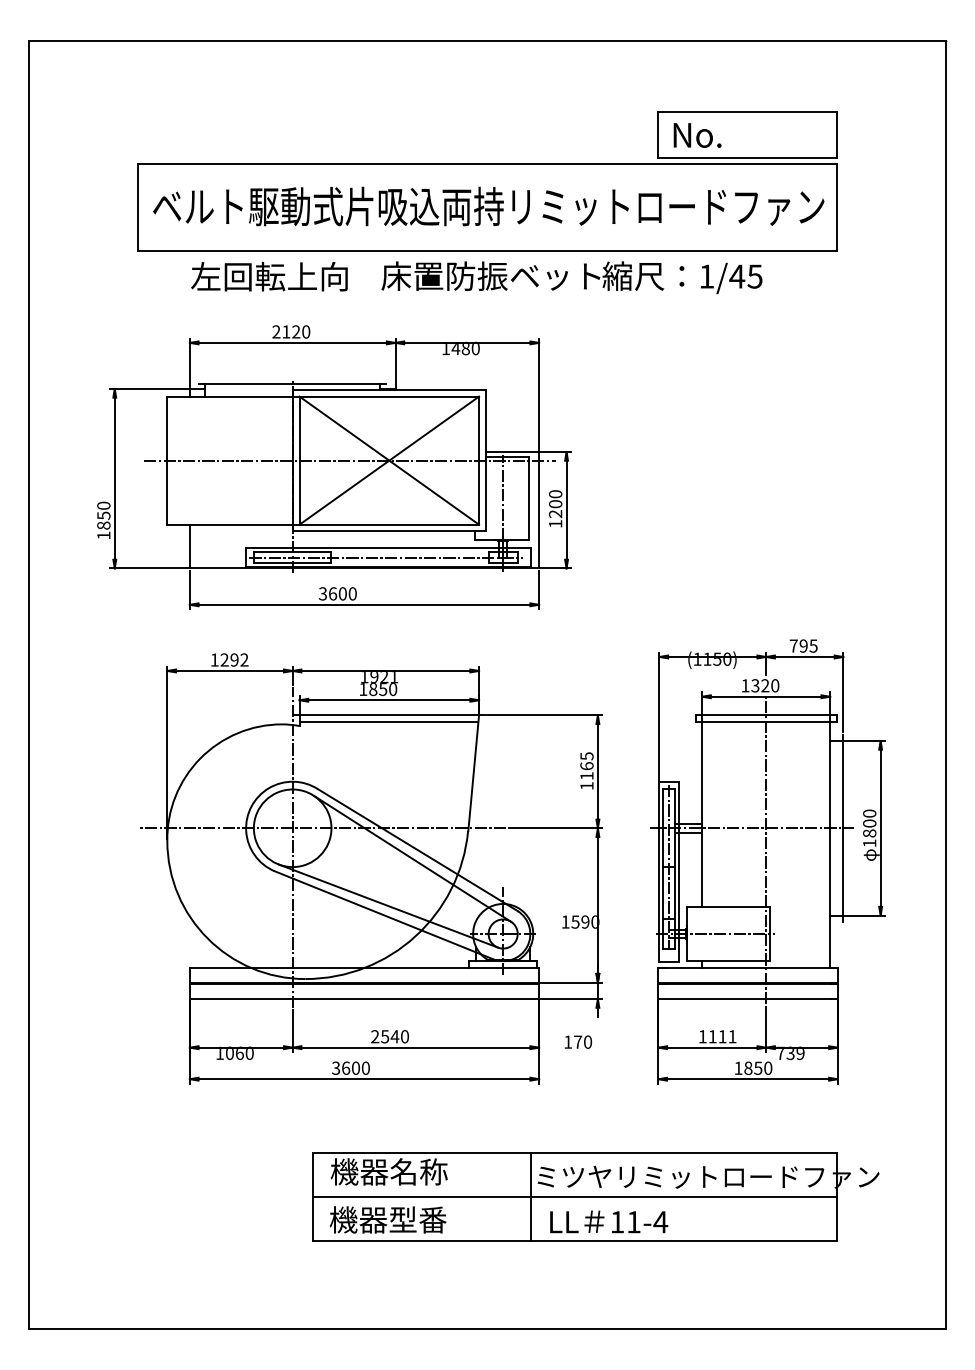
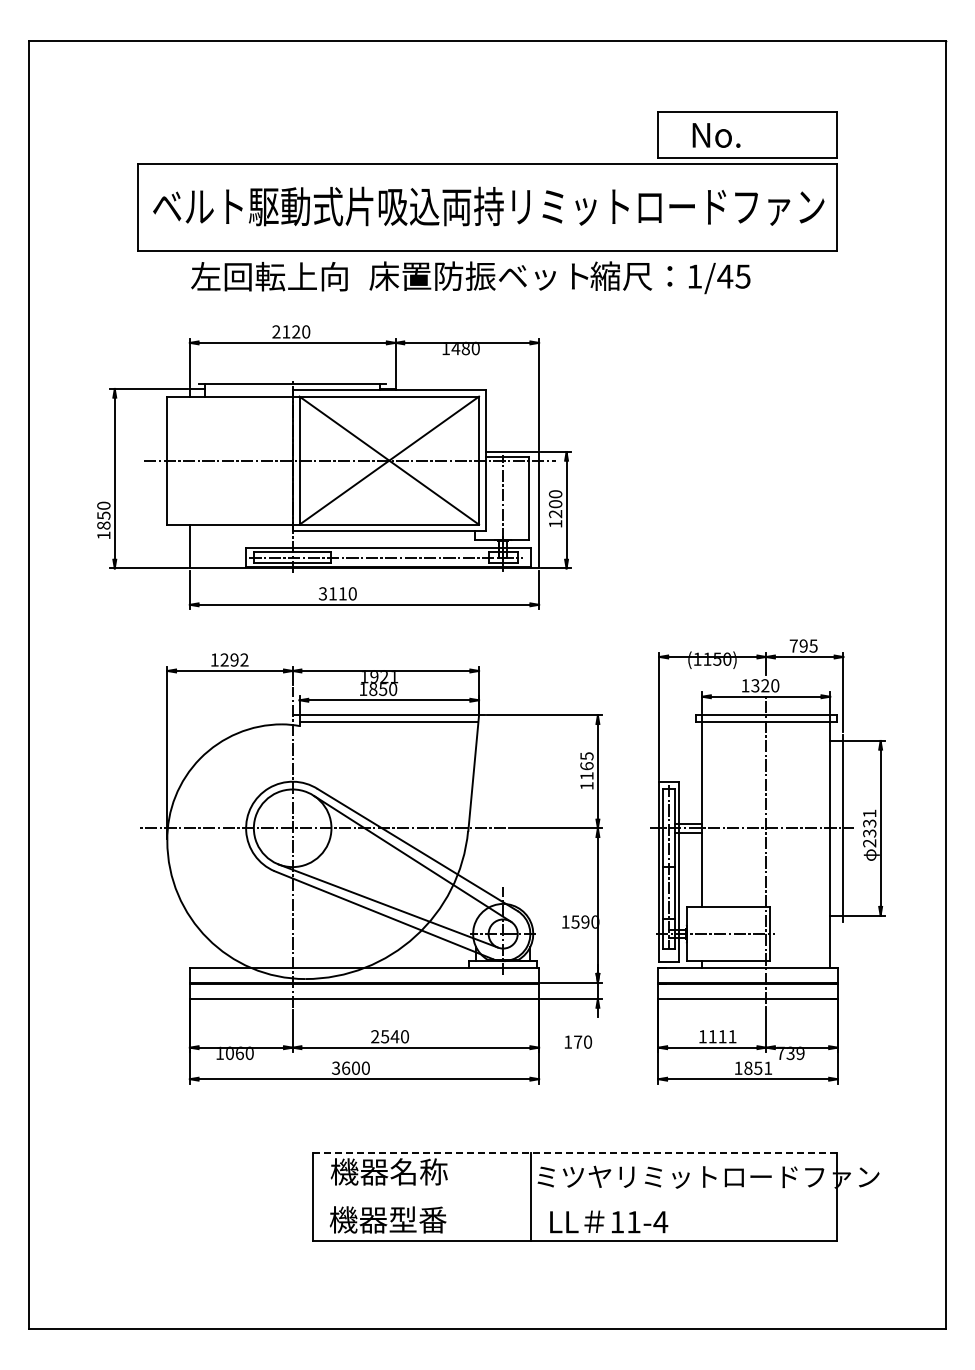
text at (697, 135) position: (697, 135) -> (716, 135)
text at (571, 277) position: (571, 277) -> (559, 277)
text at (337, 593): 3600 -> 3110
text at (869, 828): 1800 -> 2331
text at (768, 1067): 1850 -> 1851
line at (574, 1153): solid -> dashed
line at (574, 1197): present -> none
